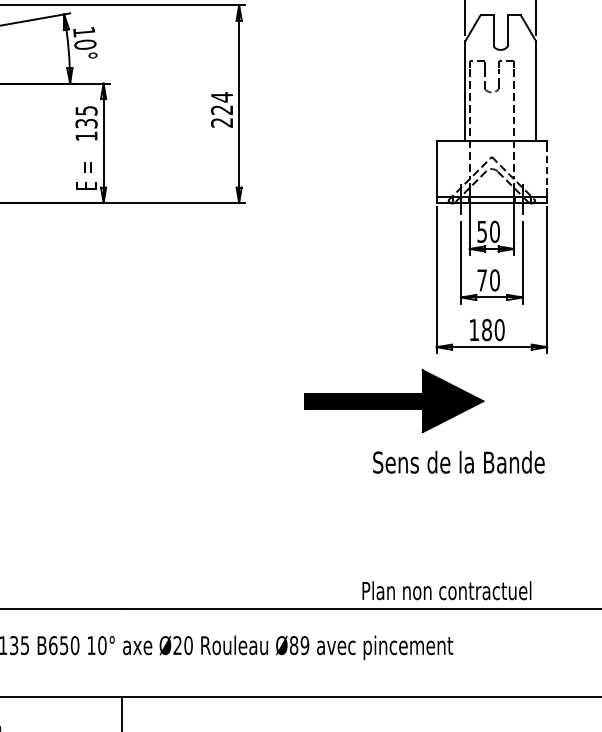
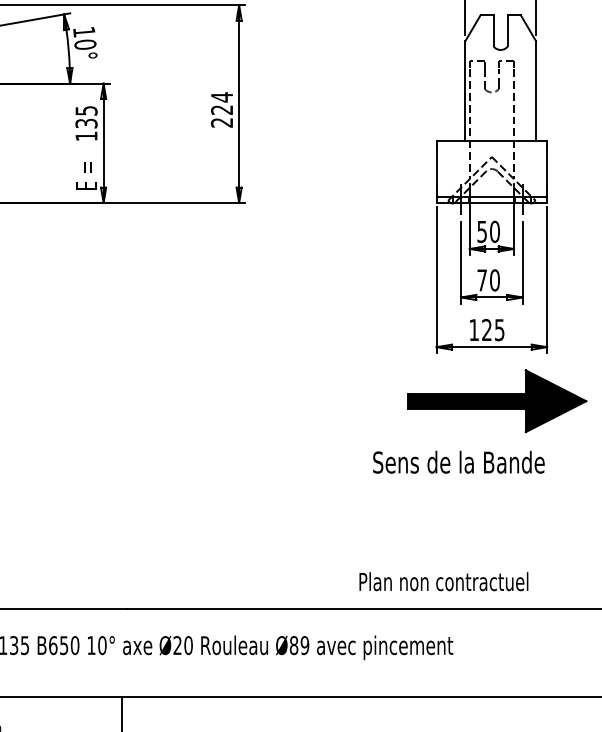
line at (547, 166): dashed -> solid
text at (493, 330): 180 -> 125
part at (394, 401) position: (394, 401) -> (497, 401)
text at (446, 590) position: (446, 590) -> (443, 581)
